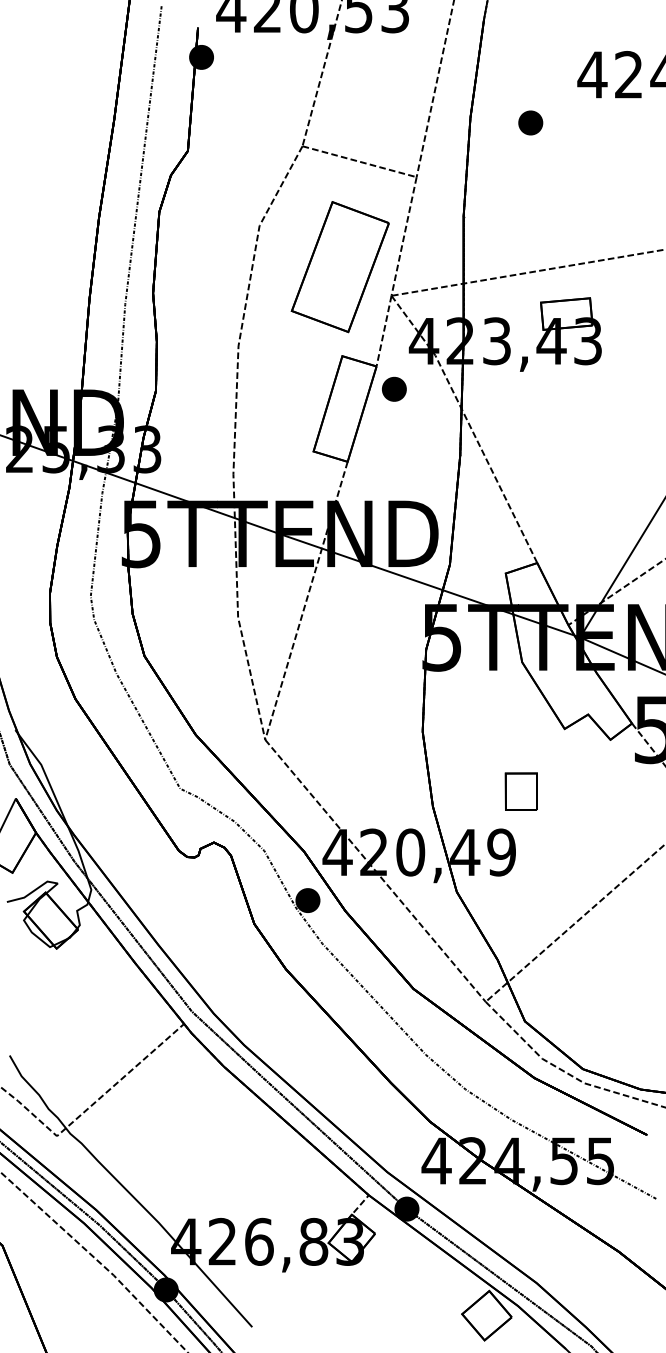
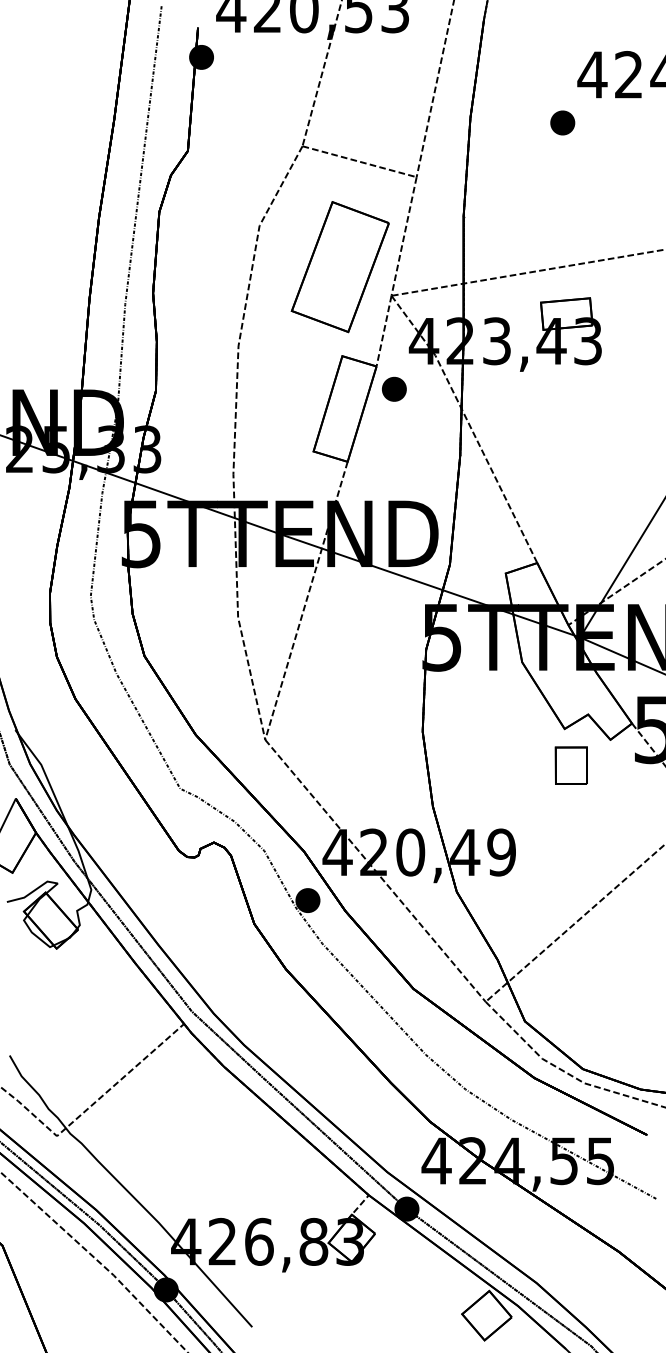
part at (530, 122) position: (530, 122) -> (562, 122)
part at (520, 791) position: (520, 791) -> (570, 765)
